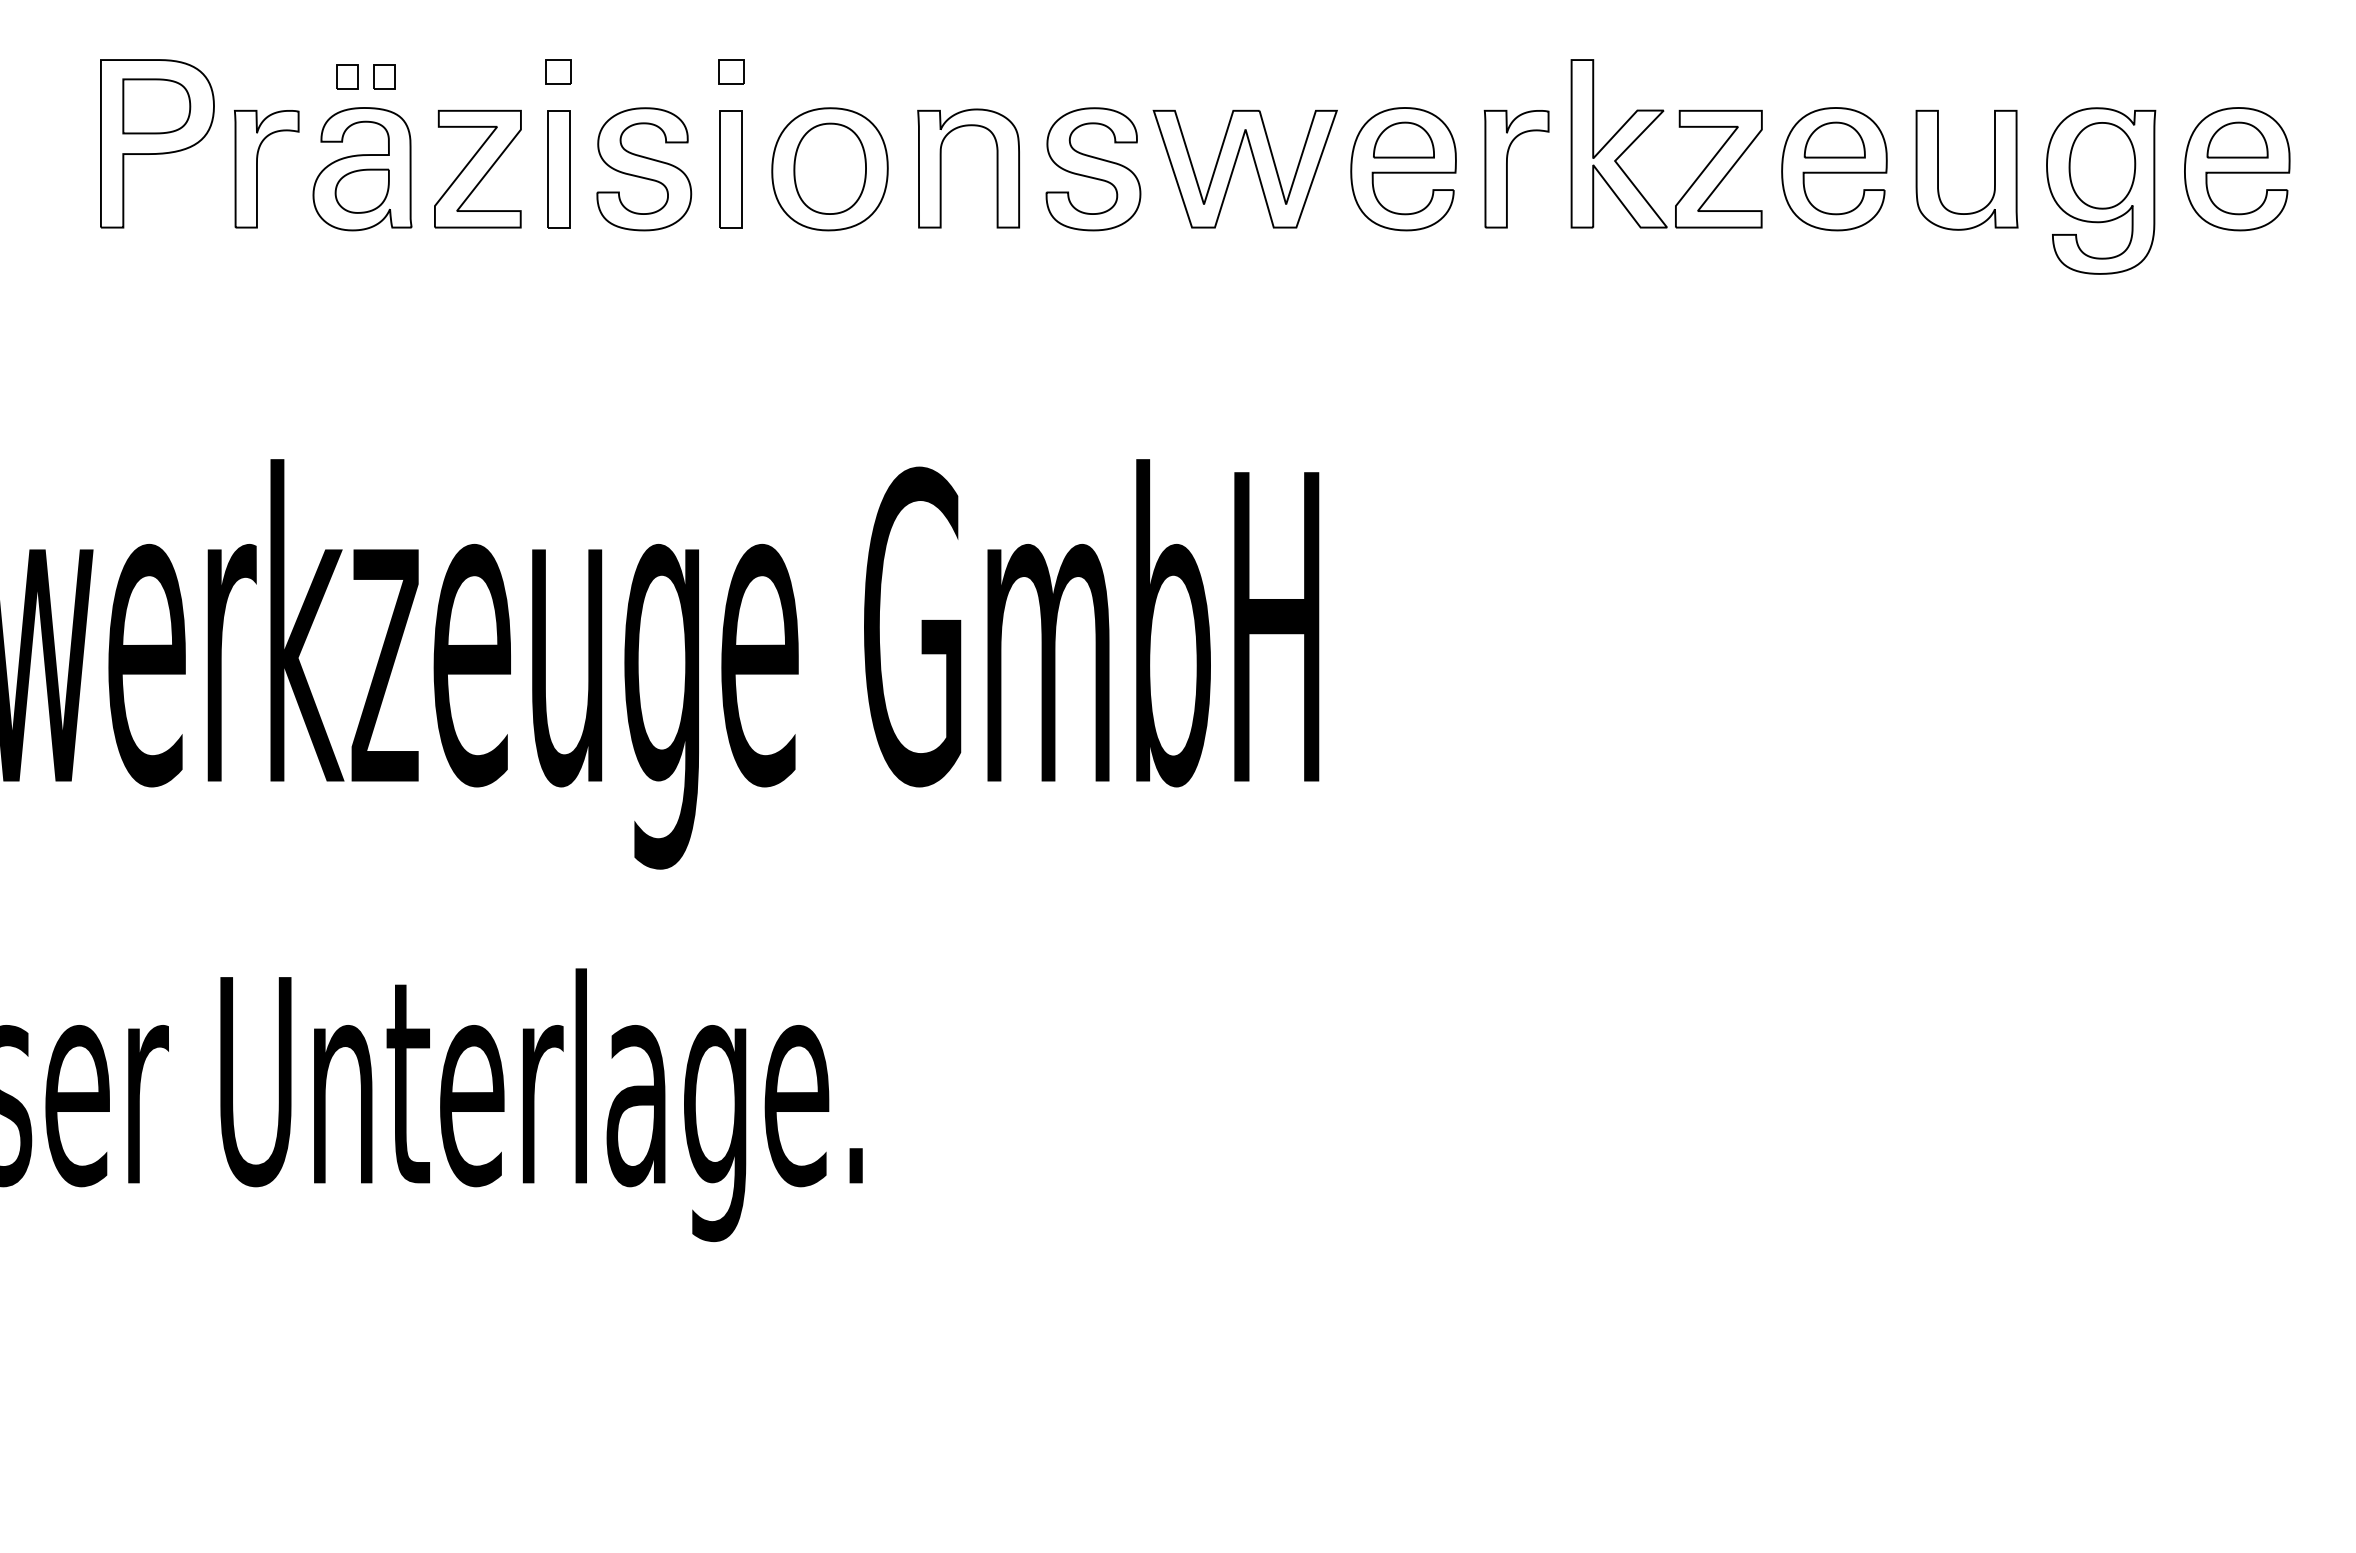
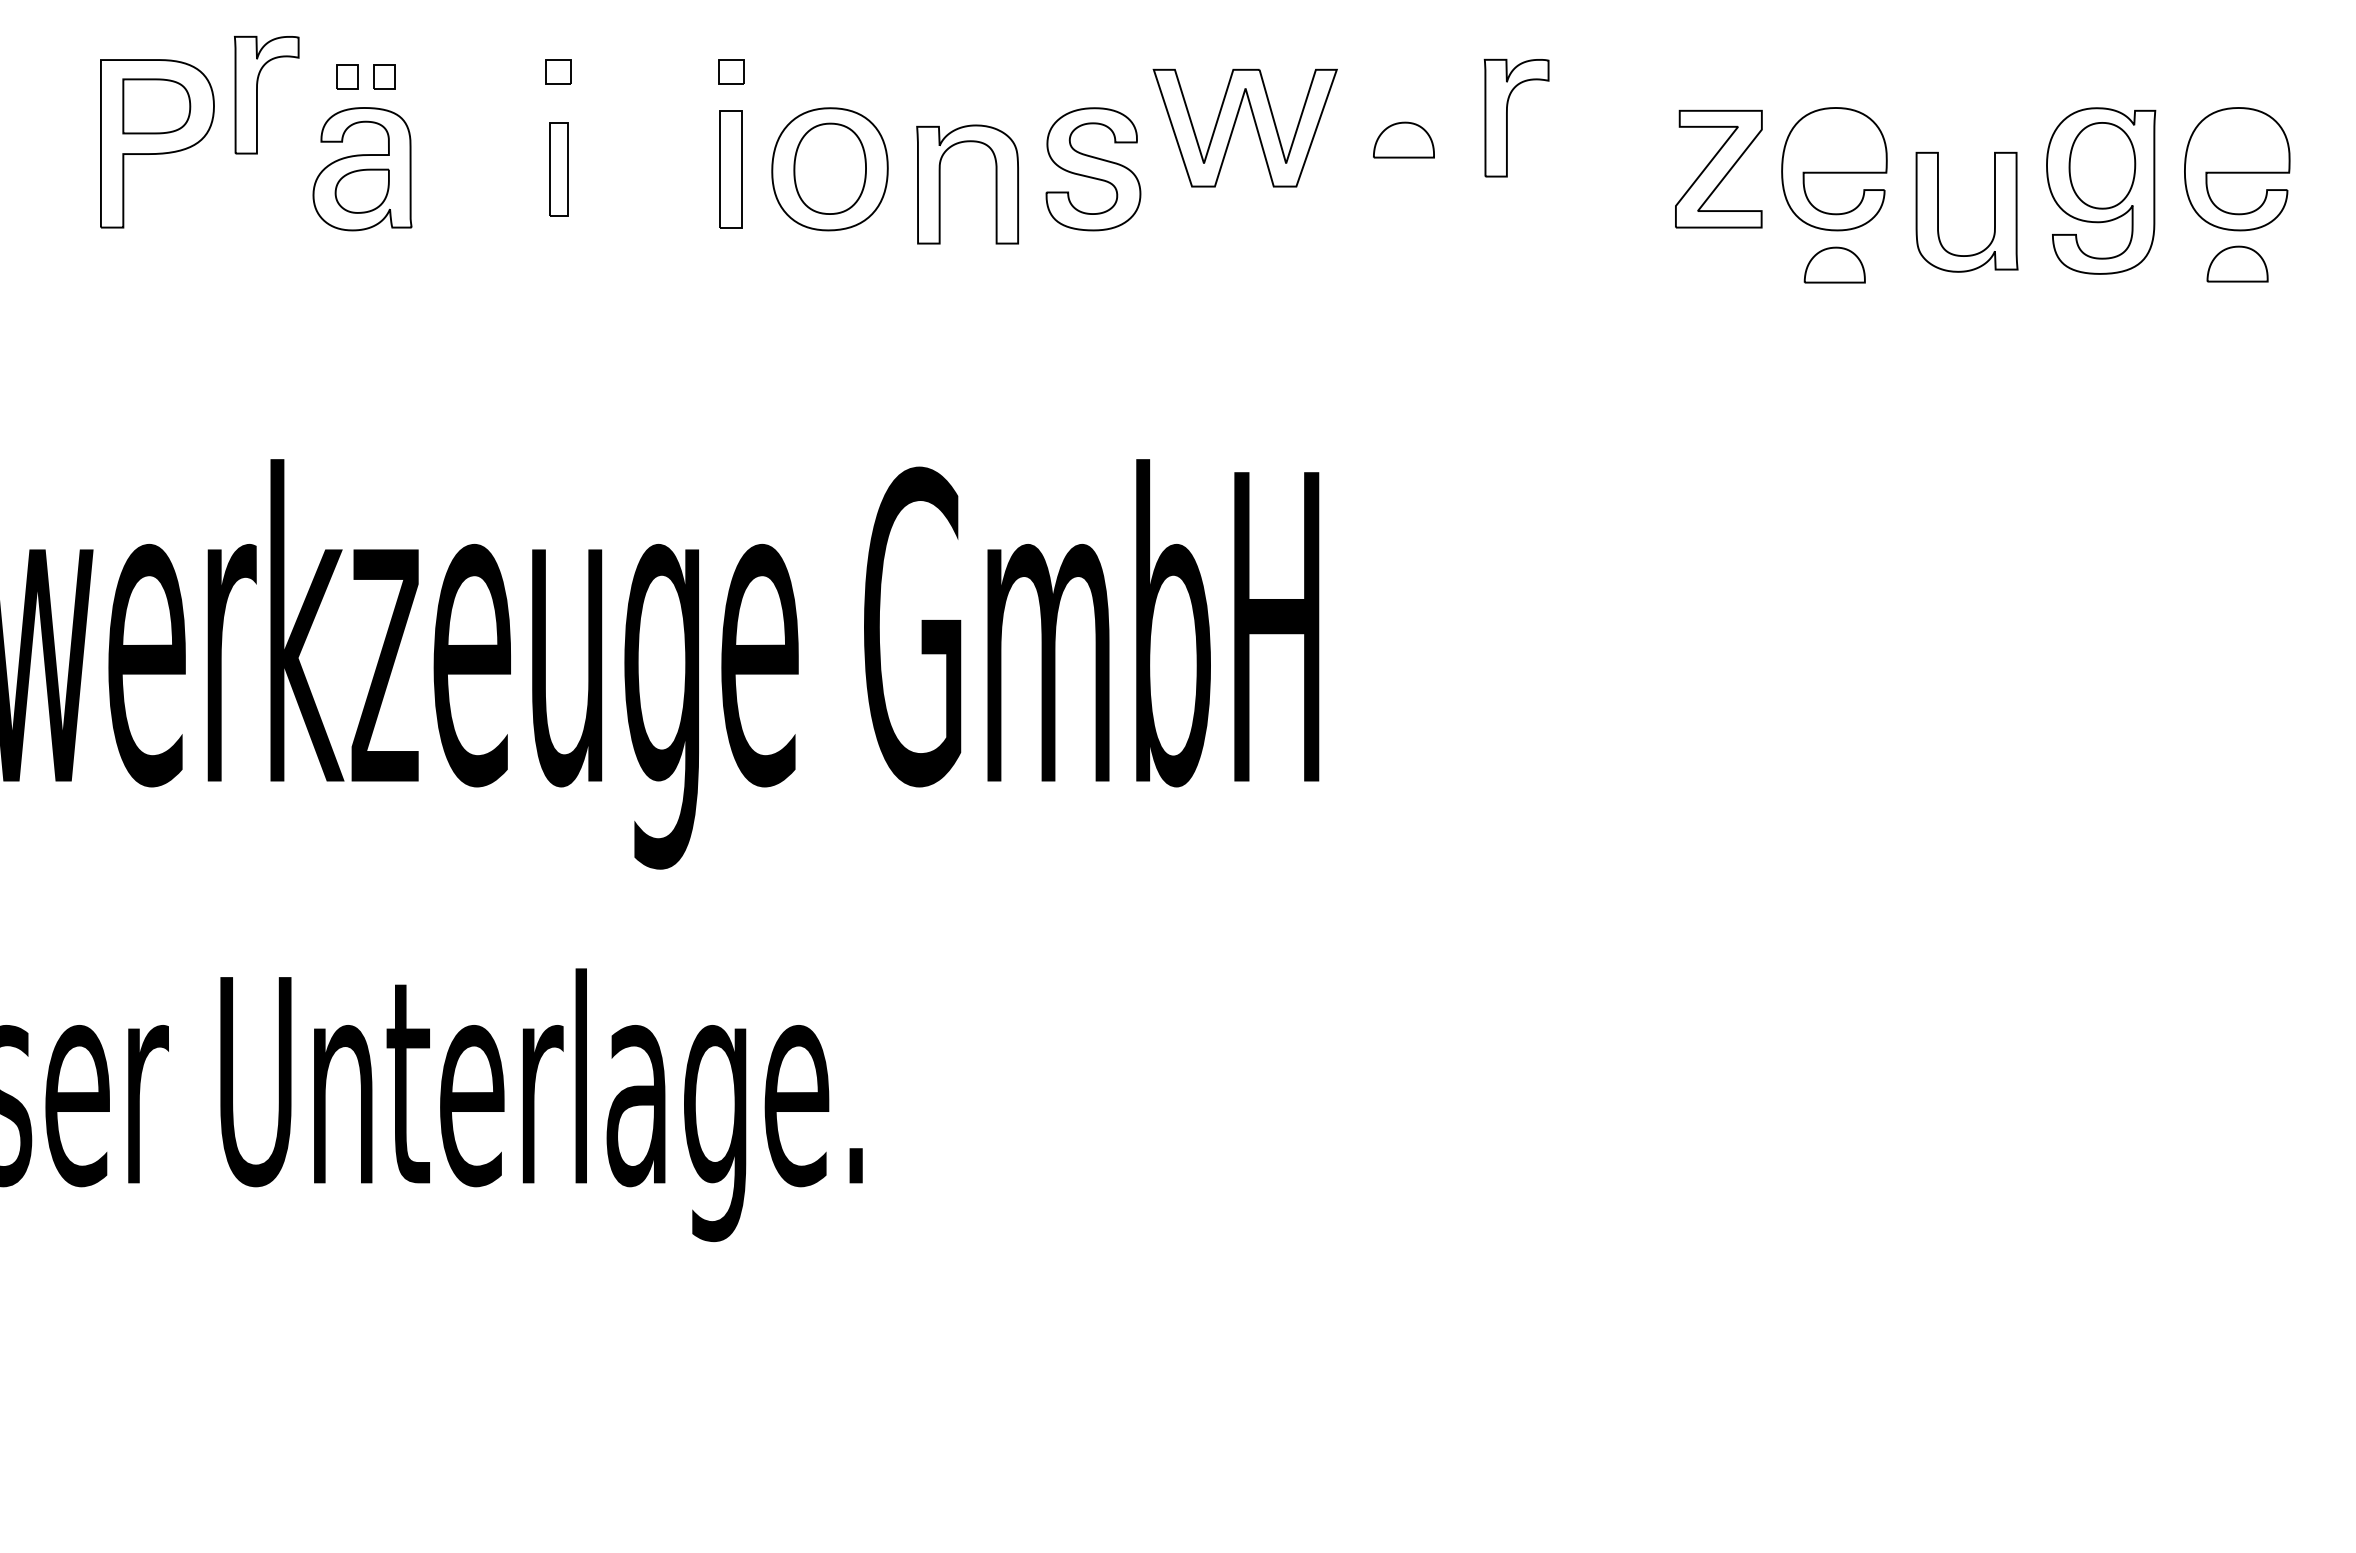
part at (1834, 139) position: (1834, 139) -> (1834, 264)
part at (2237, 139) position: (2237, 139) -> (2237, 263)
part at (1618, 143): present -> none
part at (1235, 165) position: (1235, 165) -> (1235, 124)
part at (257, 168) position: (257, 168) -> (257, 94)
part at (477, 168): present -> none
part at (941, 168) position: (941, 168) -> (940, 184)
part at (1507, 168) position: (1507, 168) -> (1507, 117)
part at (558, 169) size: 24x119 px -> 20x95 px
part at (644, 169): present -> none
part at (1403, 169): present -> none
part at (1938, 169) position: (1938, 169) -> (1938, 211)
